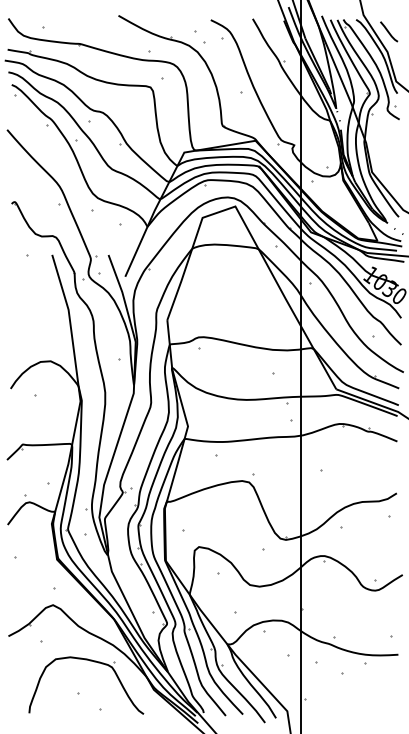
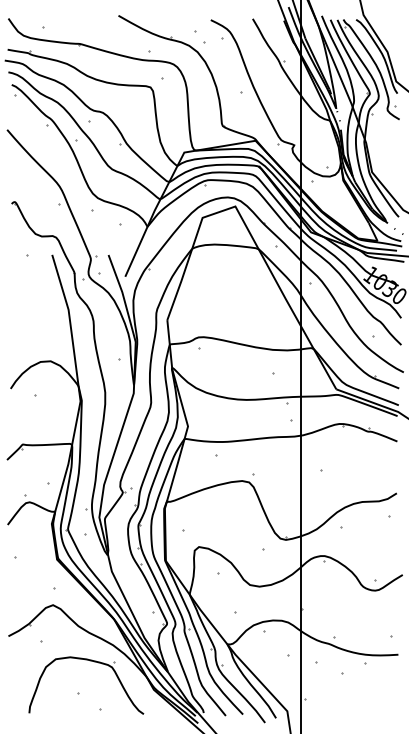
line at (389, 31): present -> none
